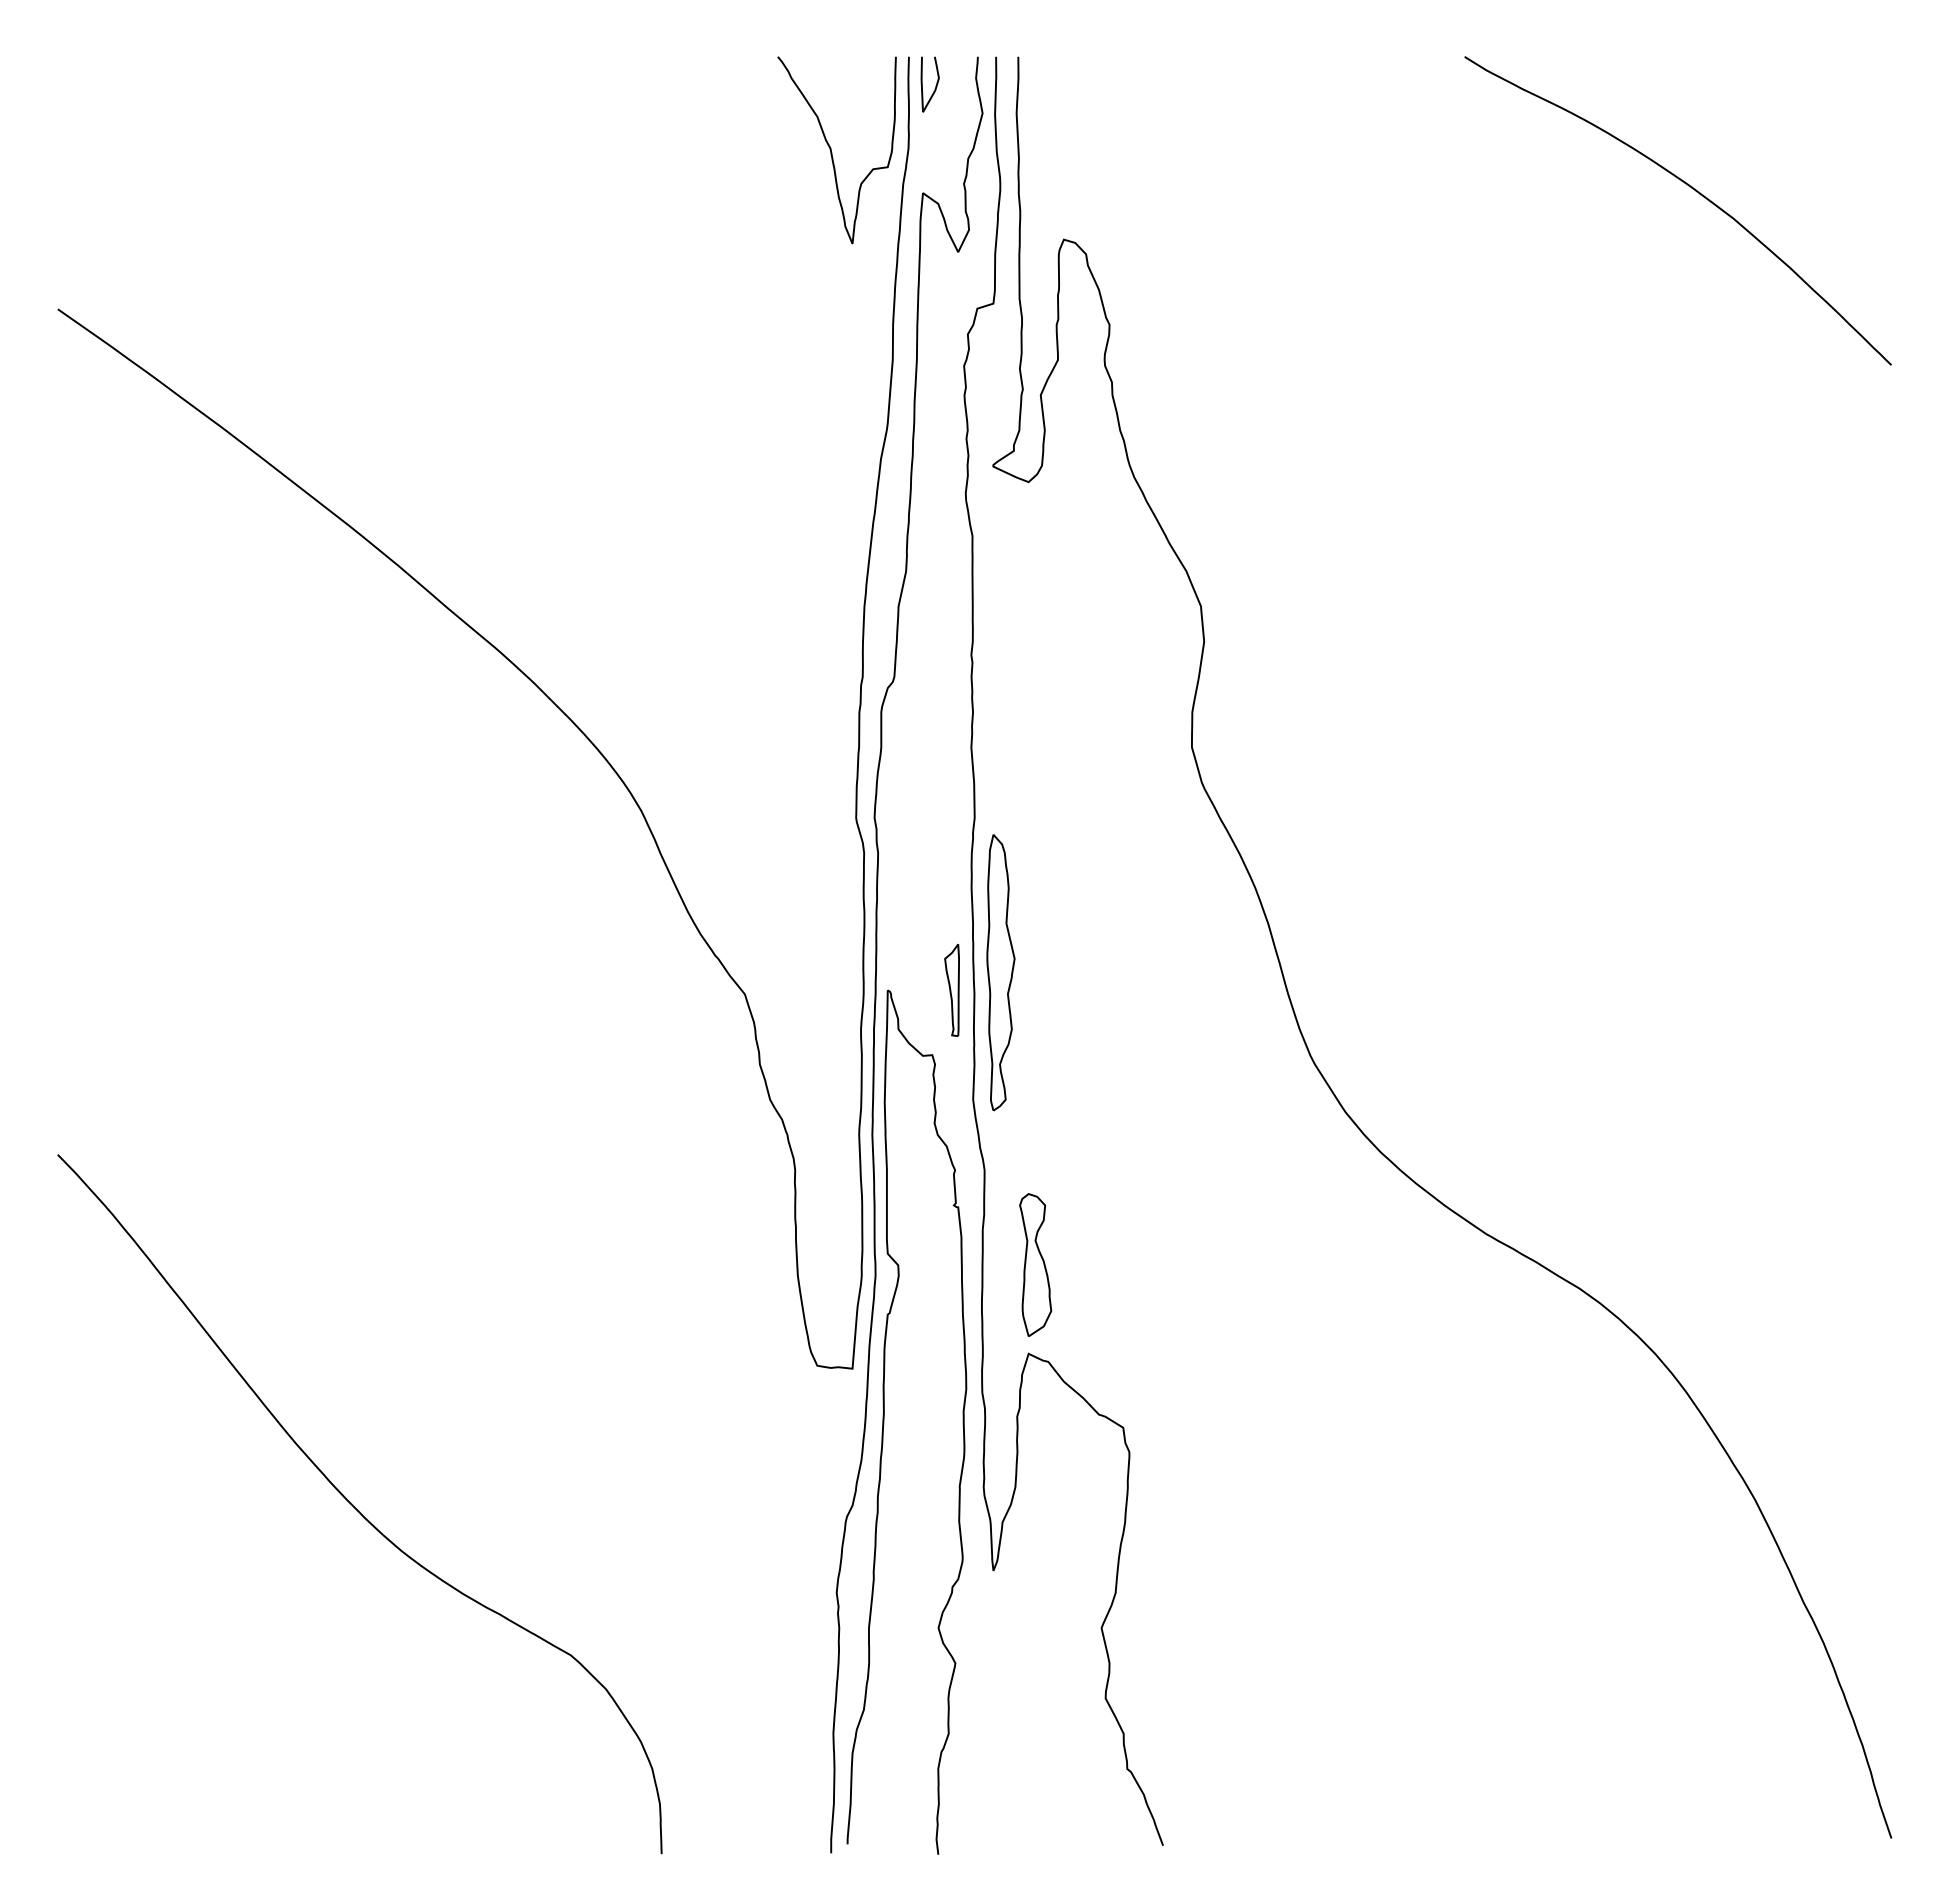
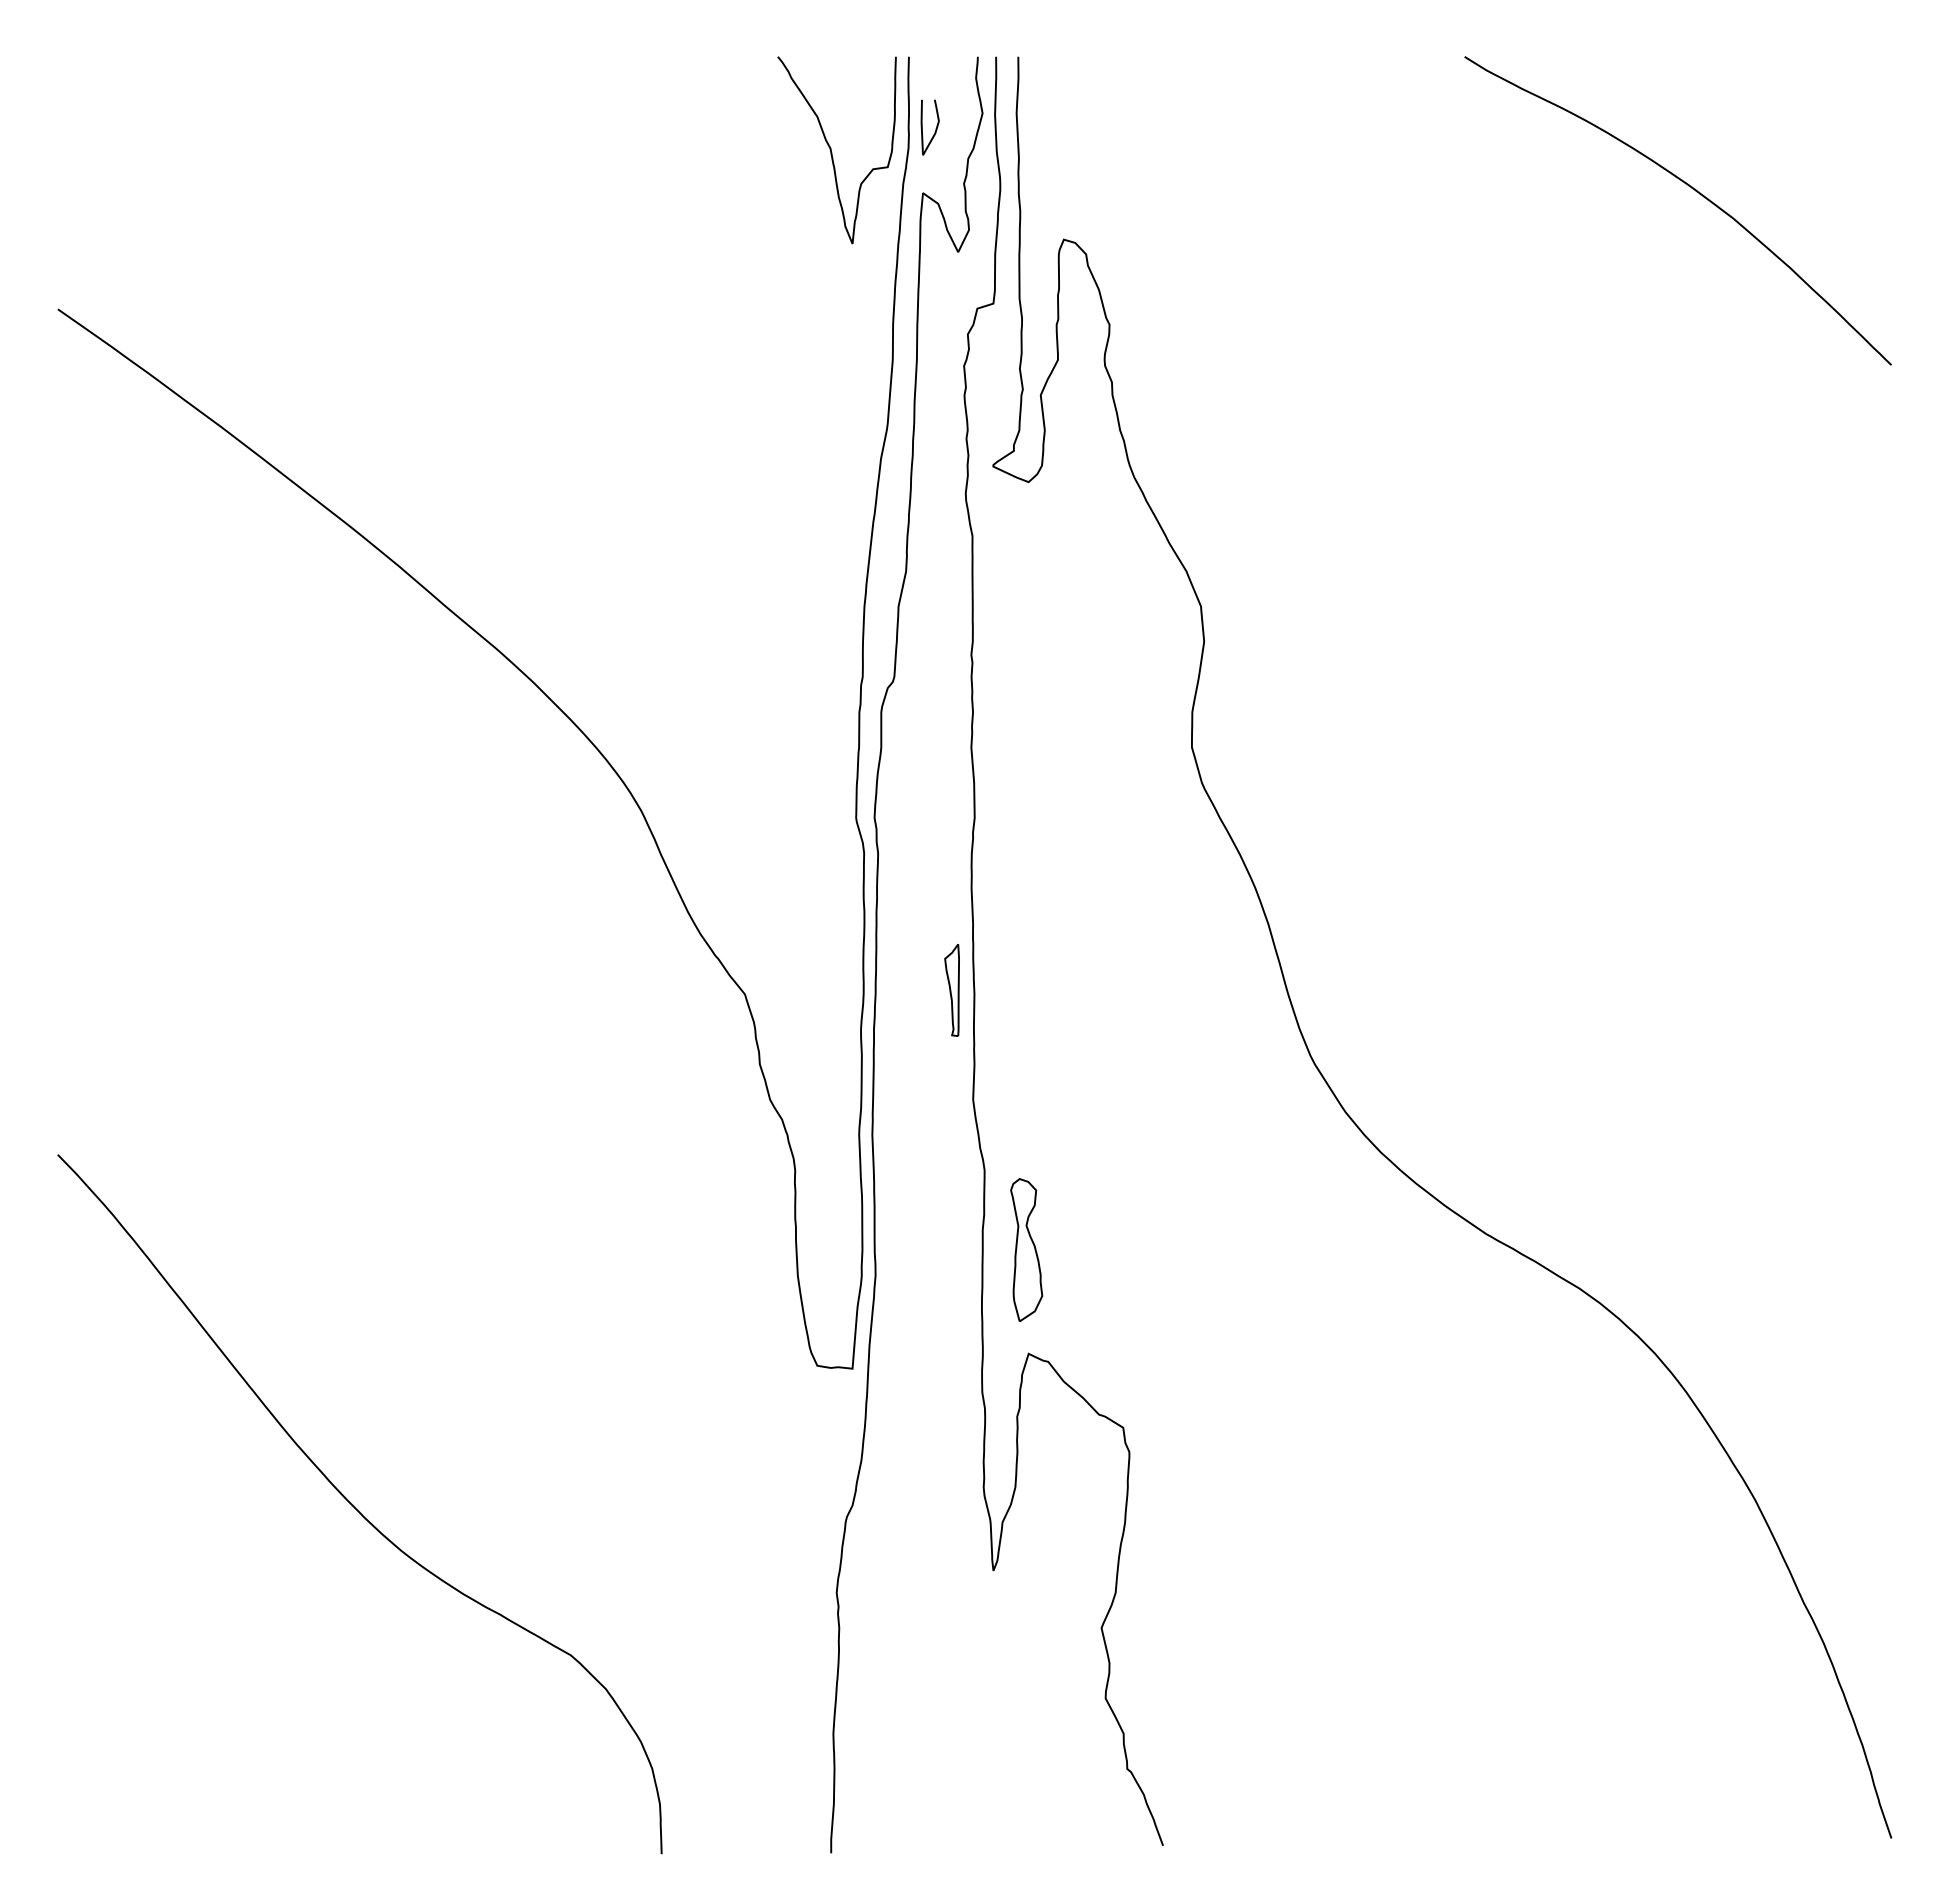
part at (935, 85) position: (935, 85) -> (935, 128)
part at (1000, 972): present -> none
part at (1035, 1264) position: (1035, 1264) -> (1026, 1249)
curve at (884, 1421): present -> none
